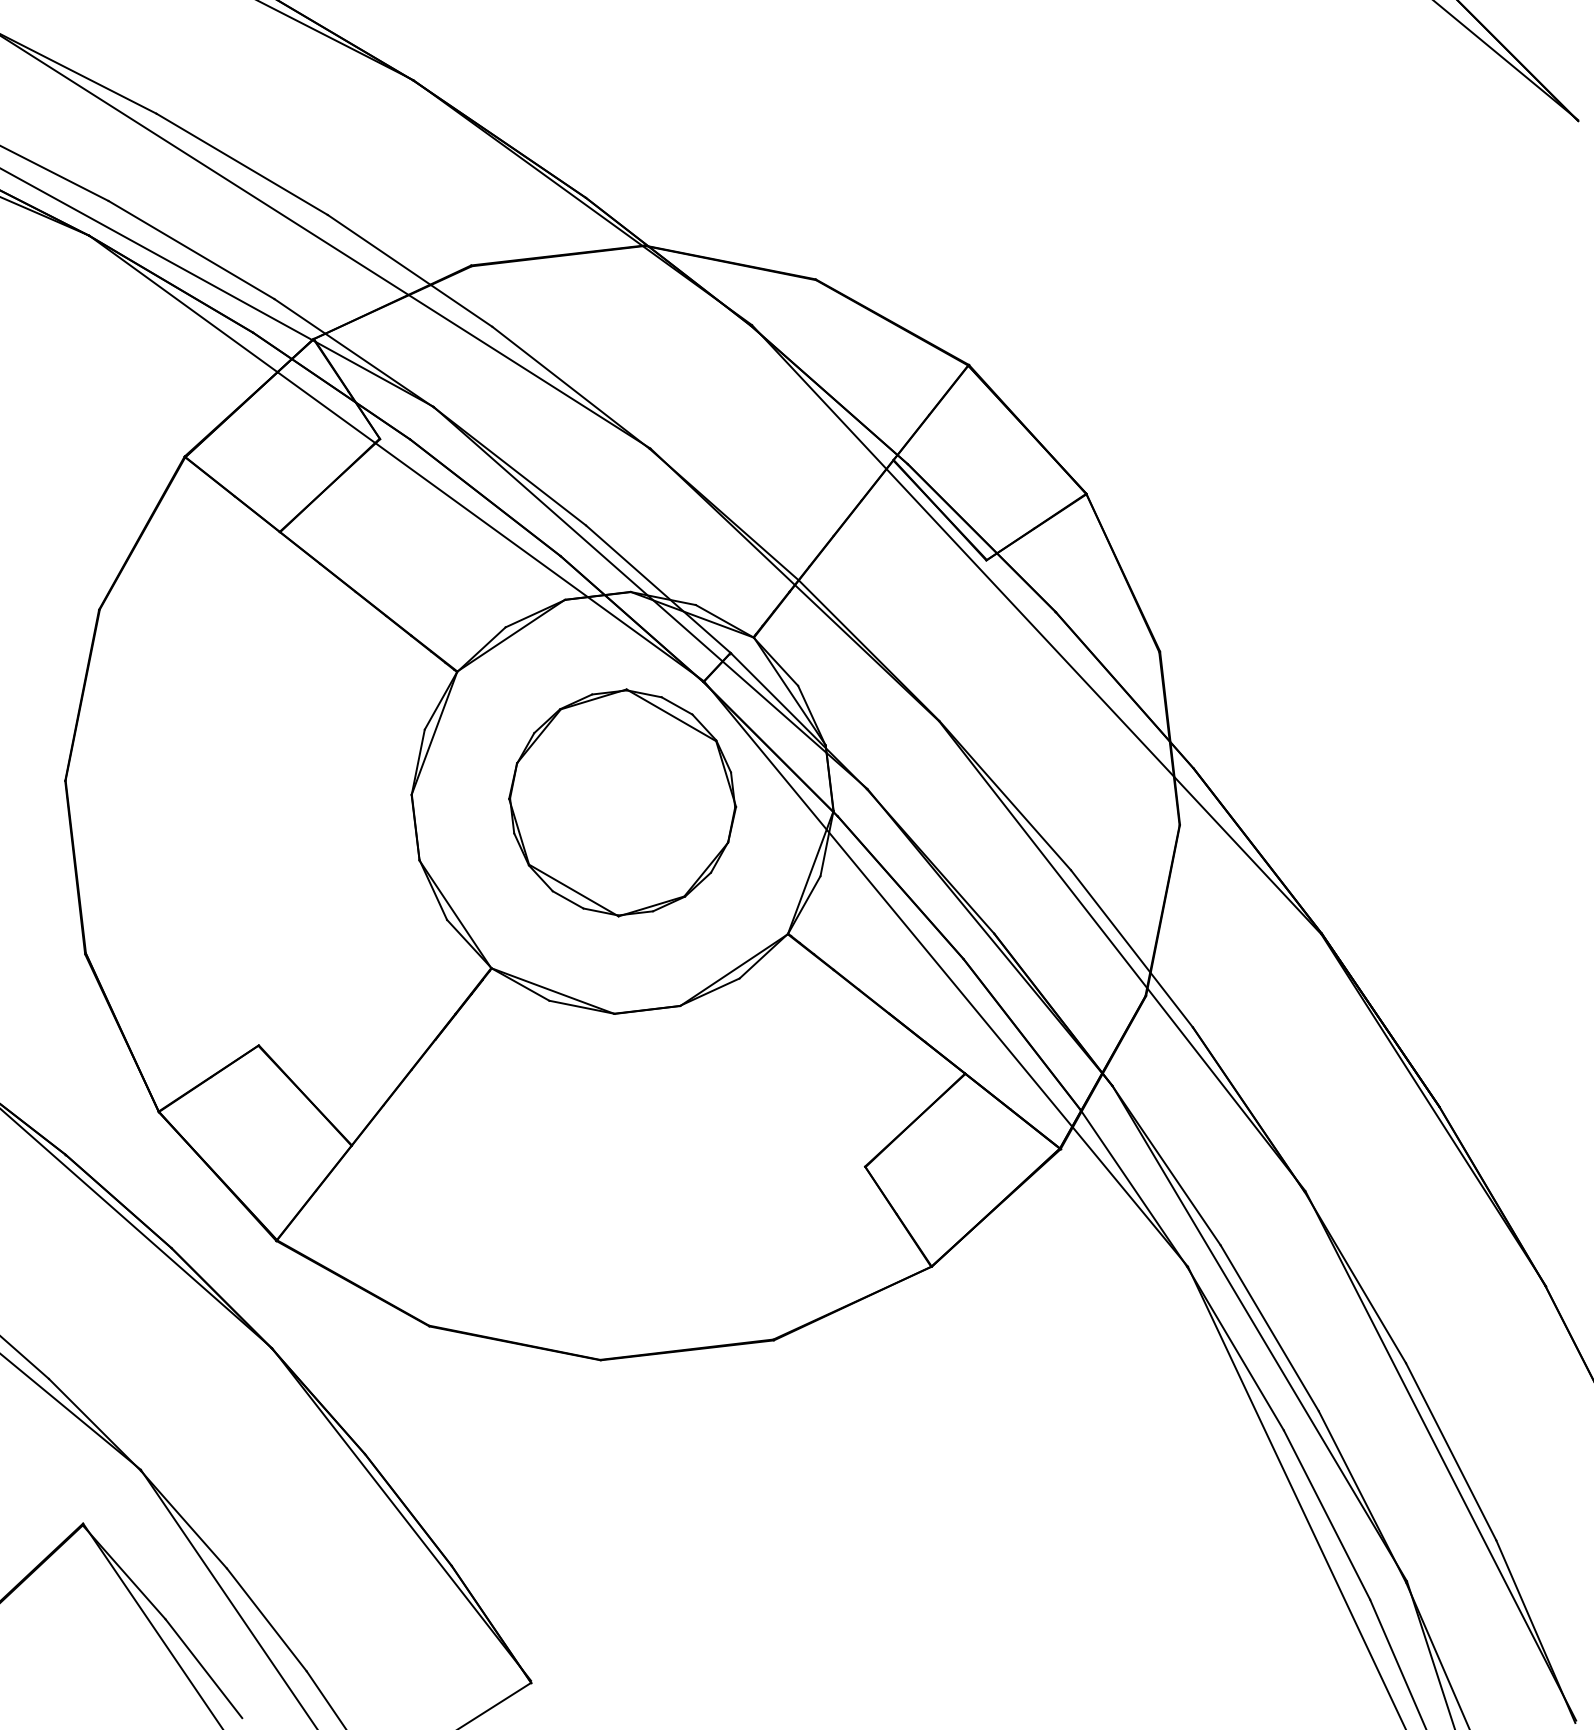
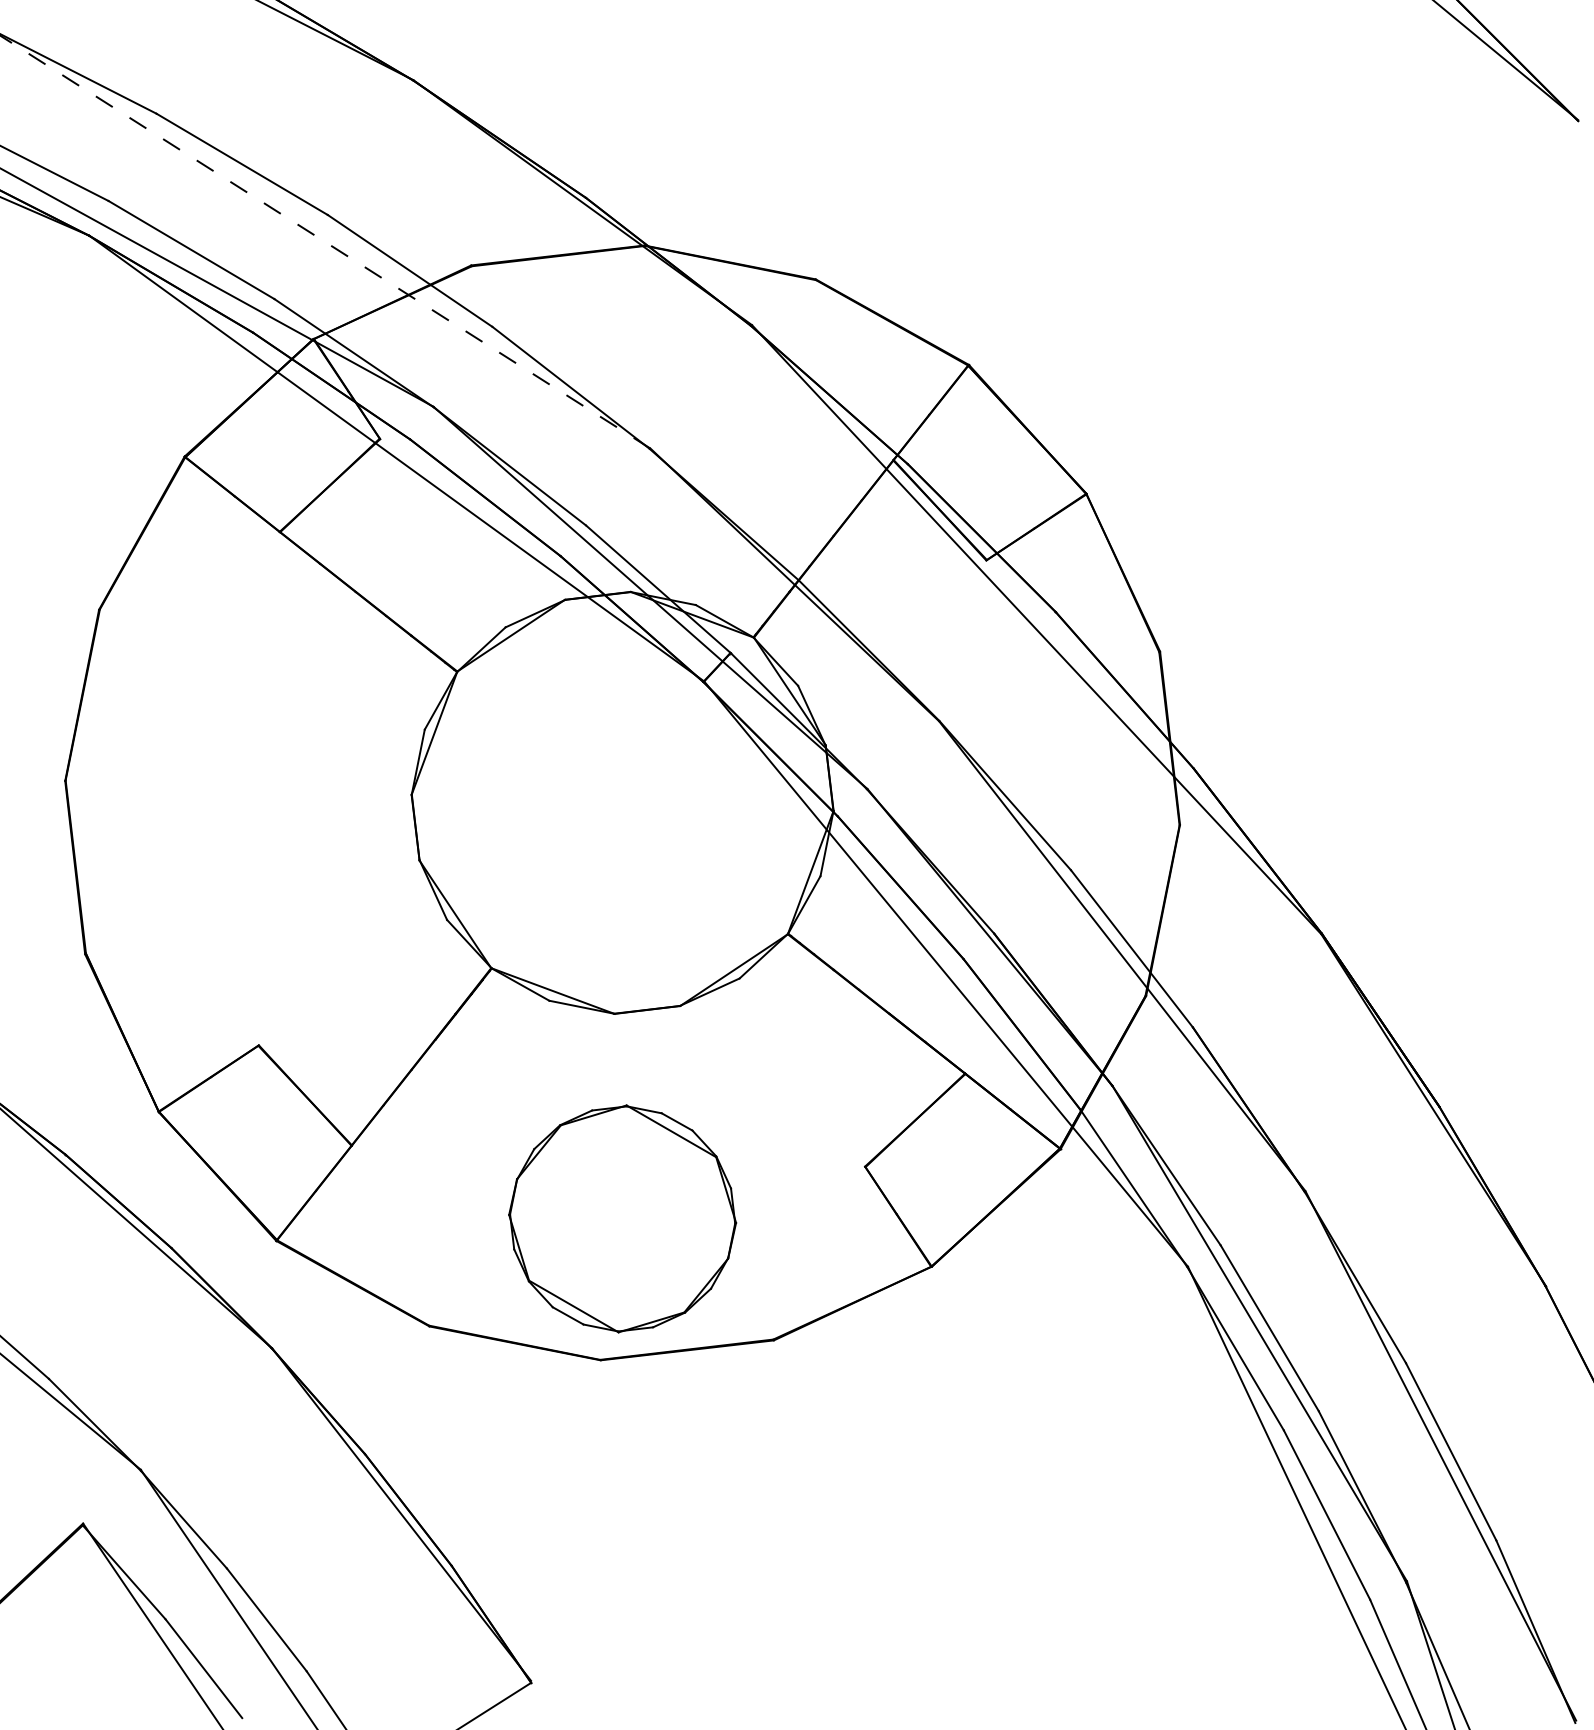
line at (325, 242): solid -> dashed
part at (622, 802) position: (622, 802) -> (622, 1218)
